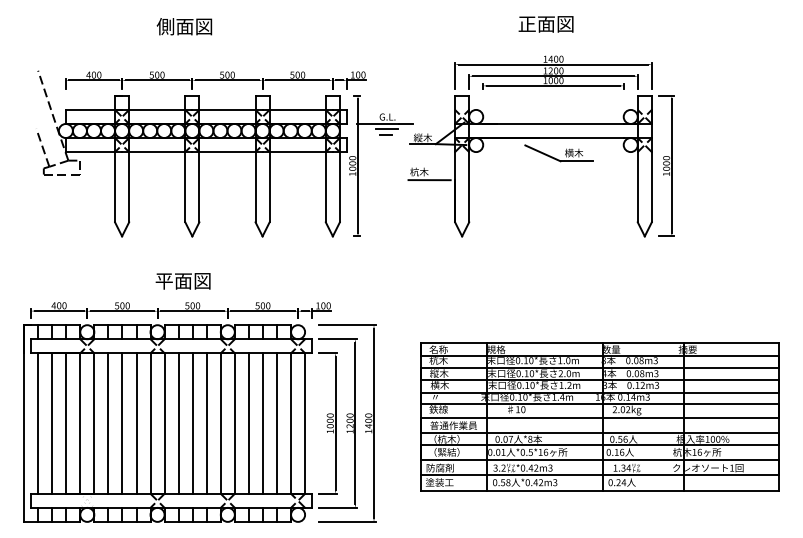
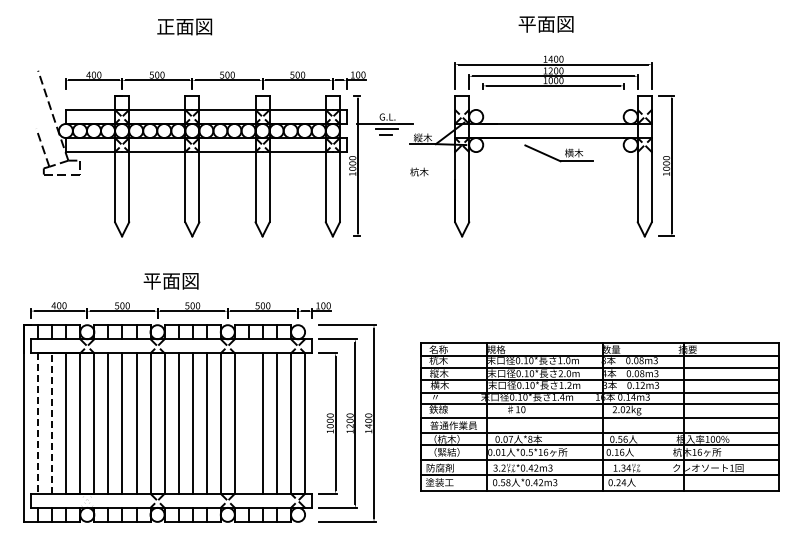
text at (526, 24): 正面図 -> 平面図
text at (165, 26): 側面図 -> 正面図
line at (429, 180): present -> none
text at (182, 281) position: (182, 281) -> (170, 281)
line at (52, 423): solid -> dashed
line at (248, 423): present -> none
line at (38, 424): solid -> dashed
